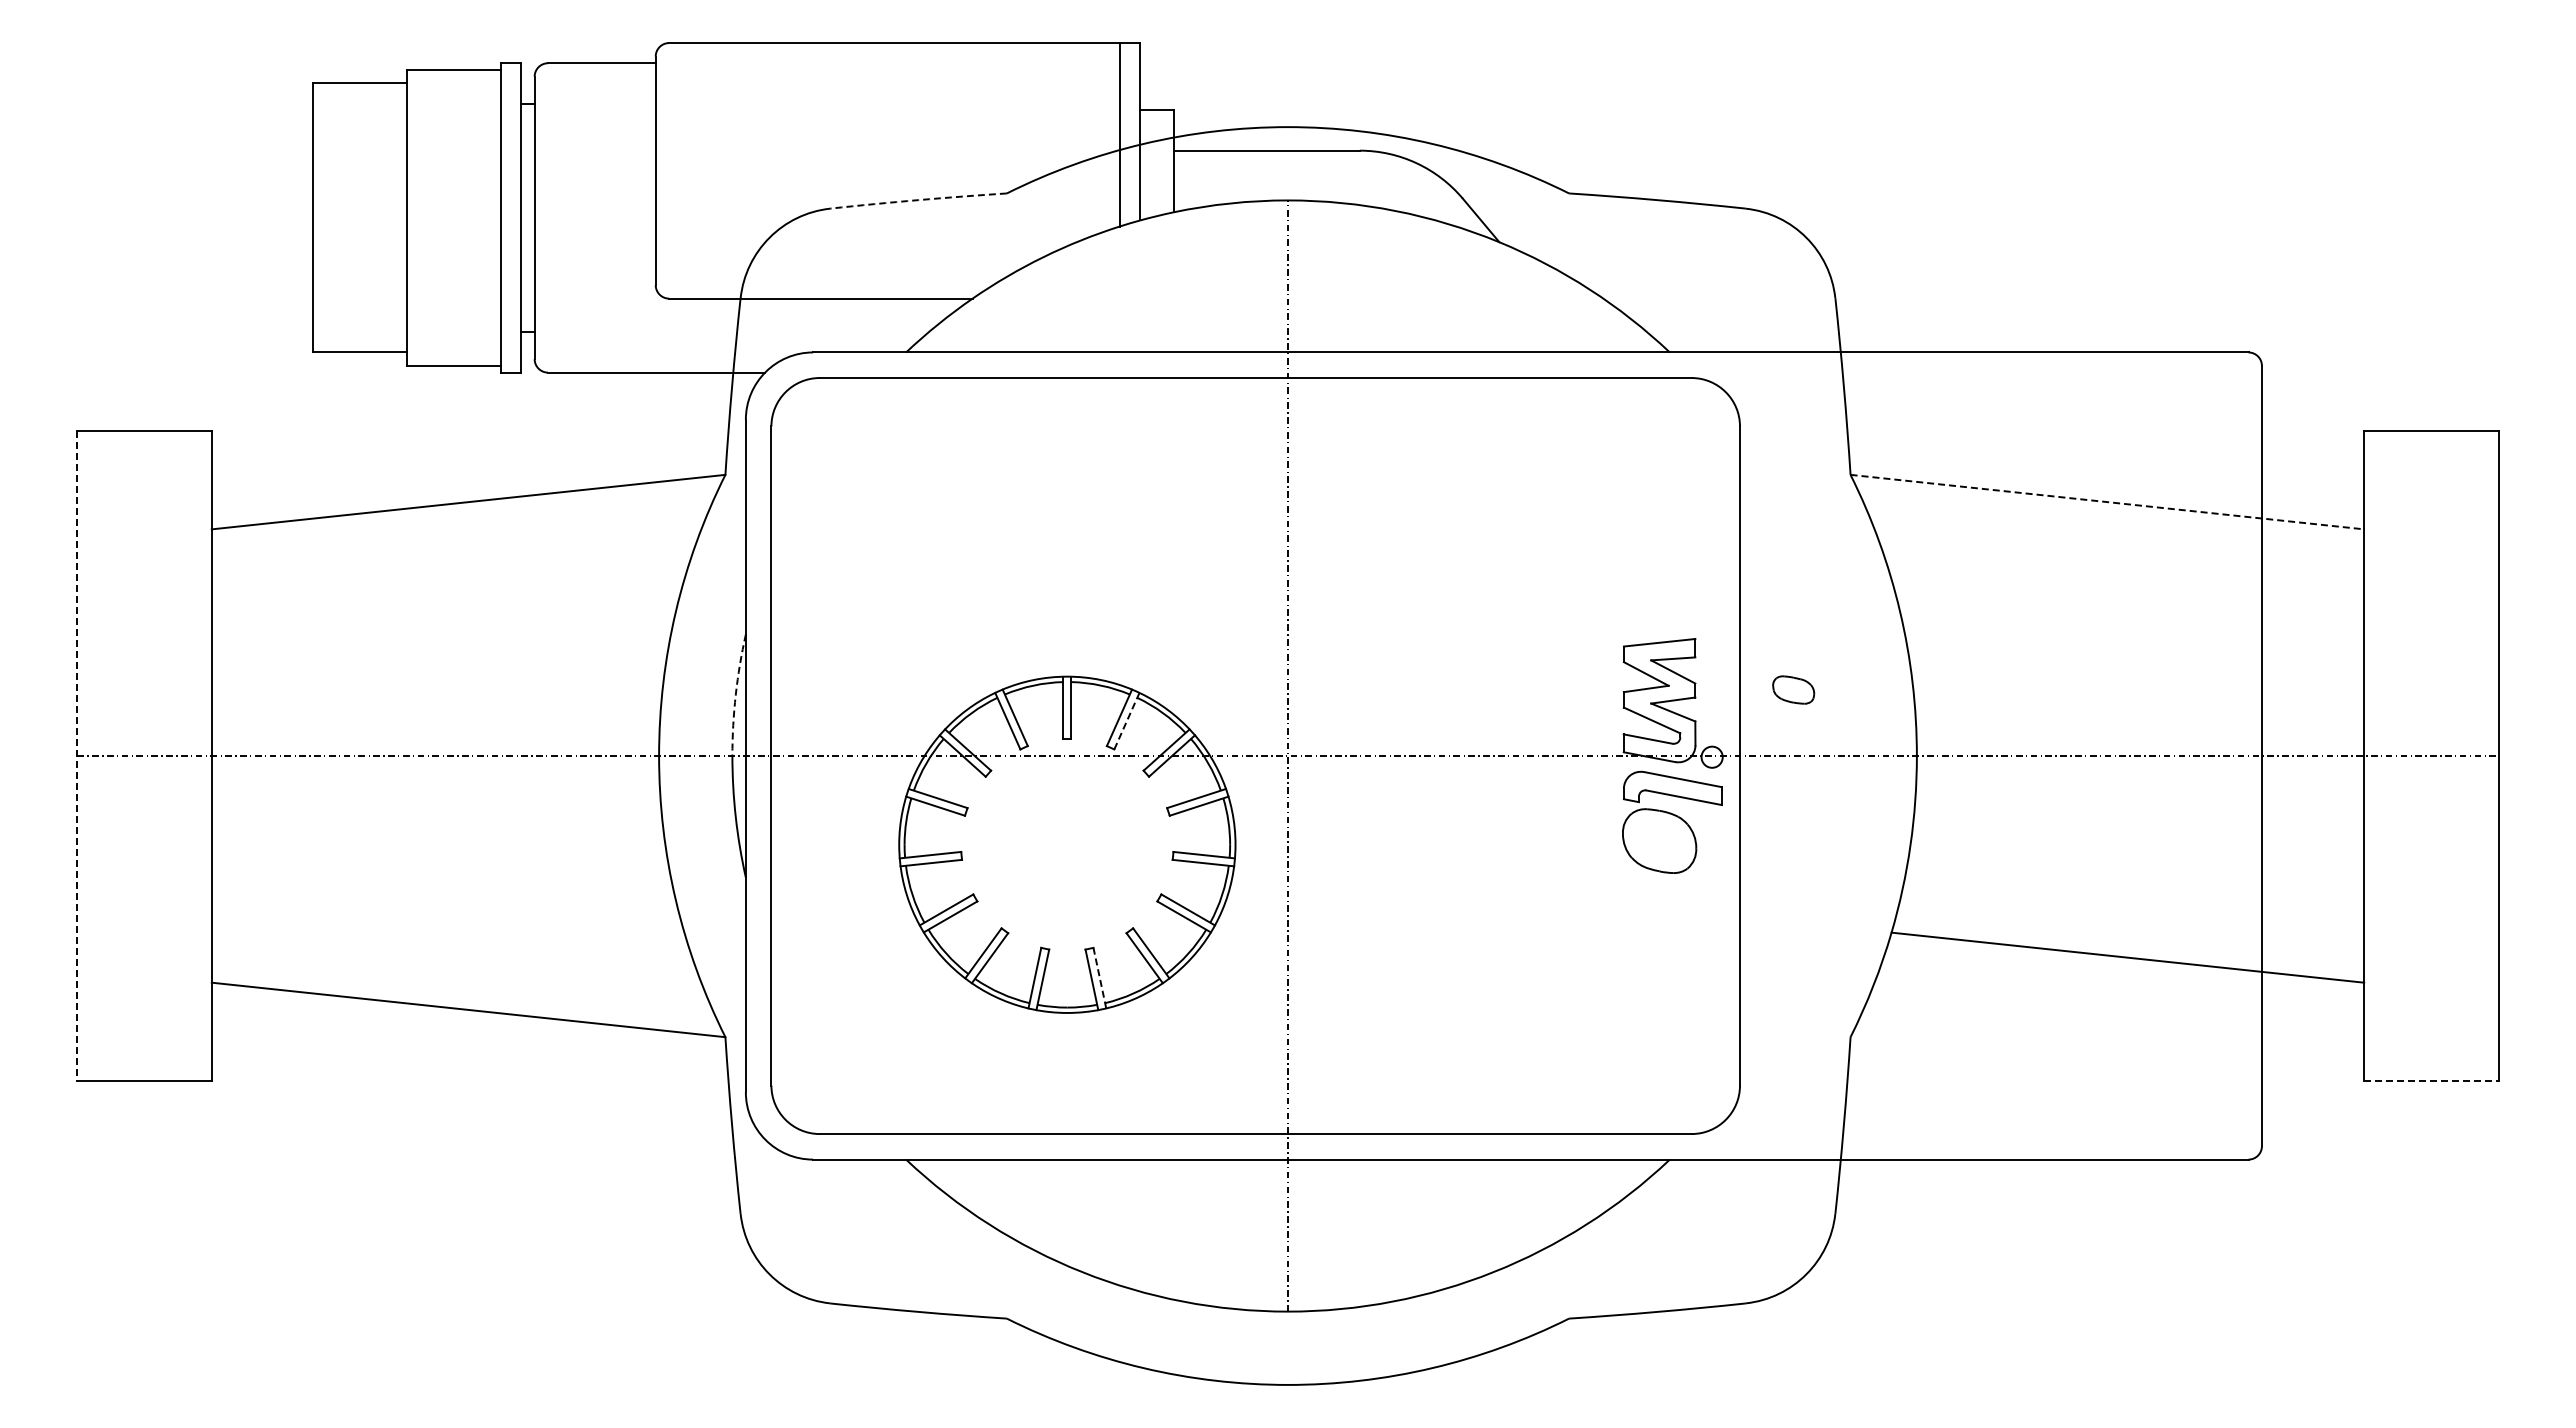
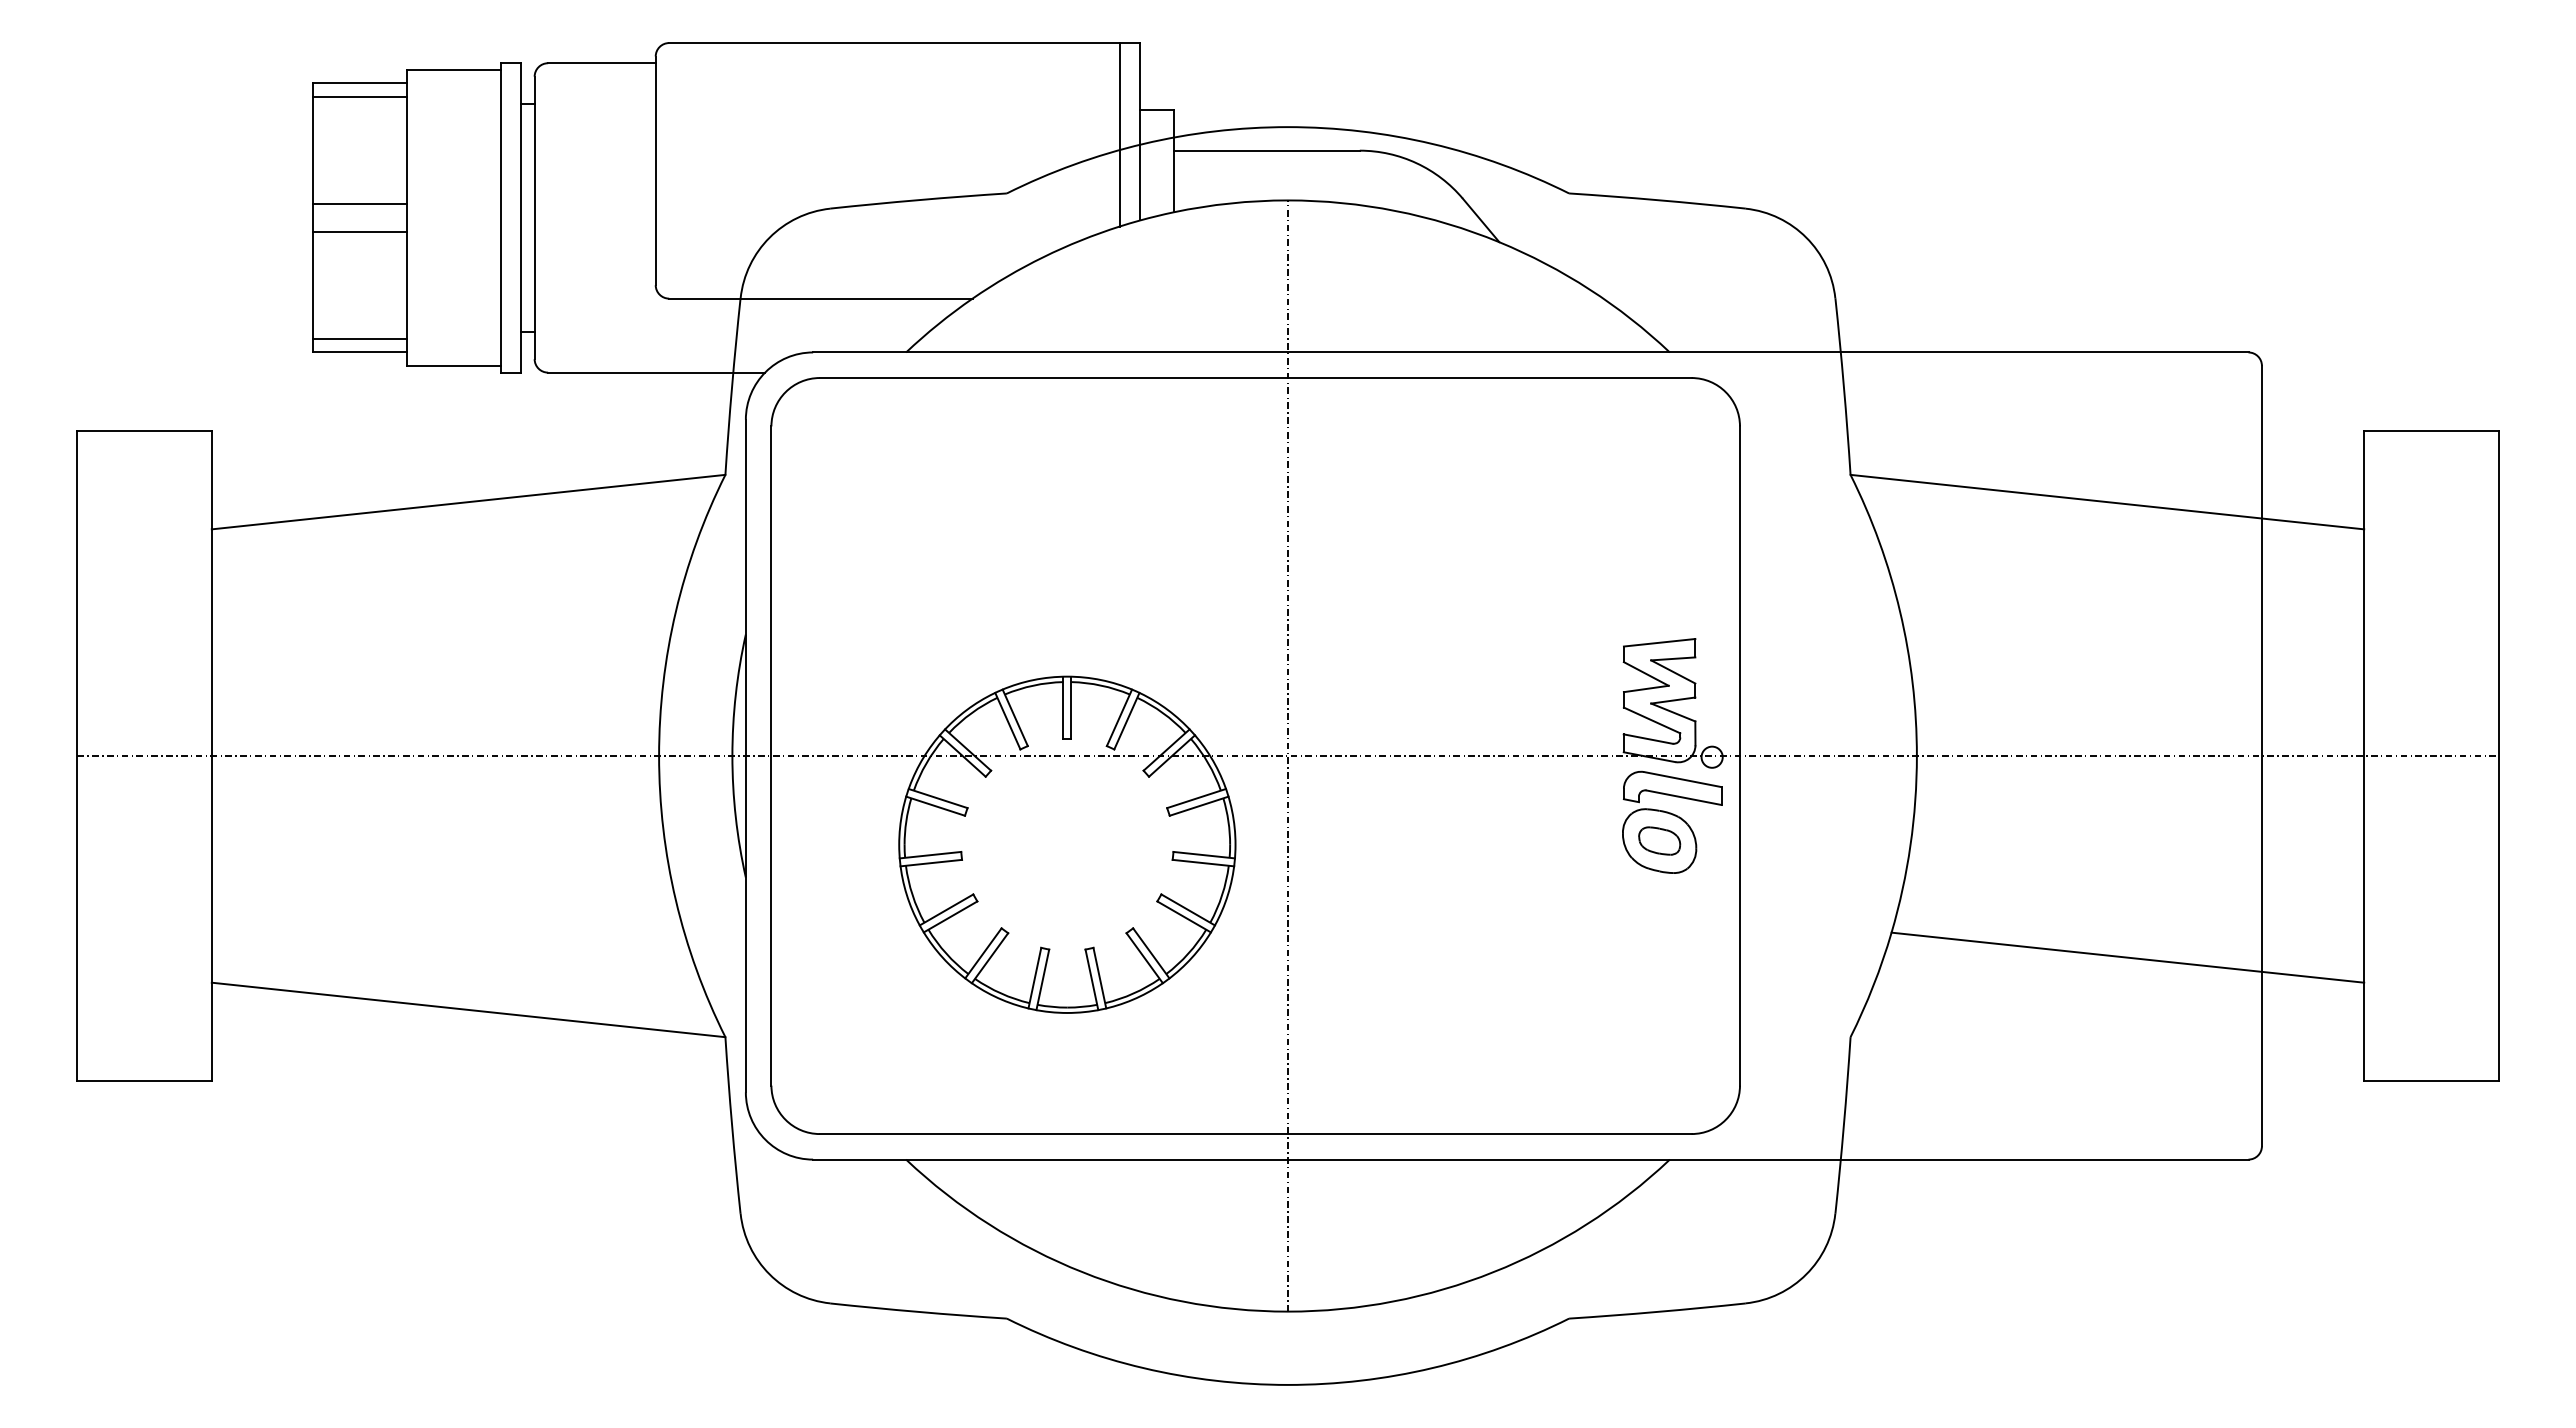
line at (359, 97): none -> present
arc at (918, 200): dashed -> solid
line at (359, 204): none -> present
line at (359, 231): none -> present
line at (359, 338): none -> present
line at (2107, 502): dashed -> solid
part at (1793, 689) position: (1793, 689) -> (1659, 840)
arc at (735, 694): dashed -> solid
line at (1126, 721): dashed -> solid
line at (77, 756): dashed -> solid
line at (1099, 978): dashed -> solid
line at (2431, 1080): dashed -> solid
